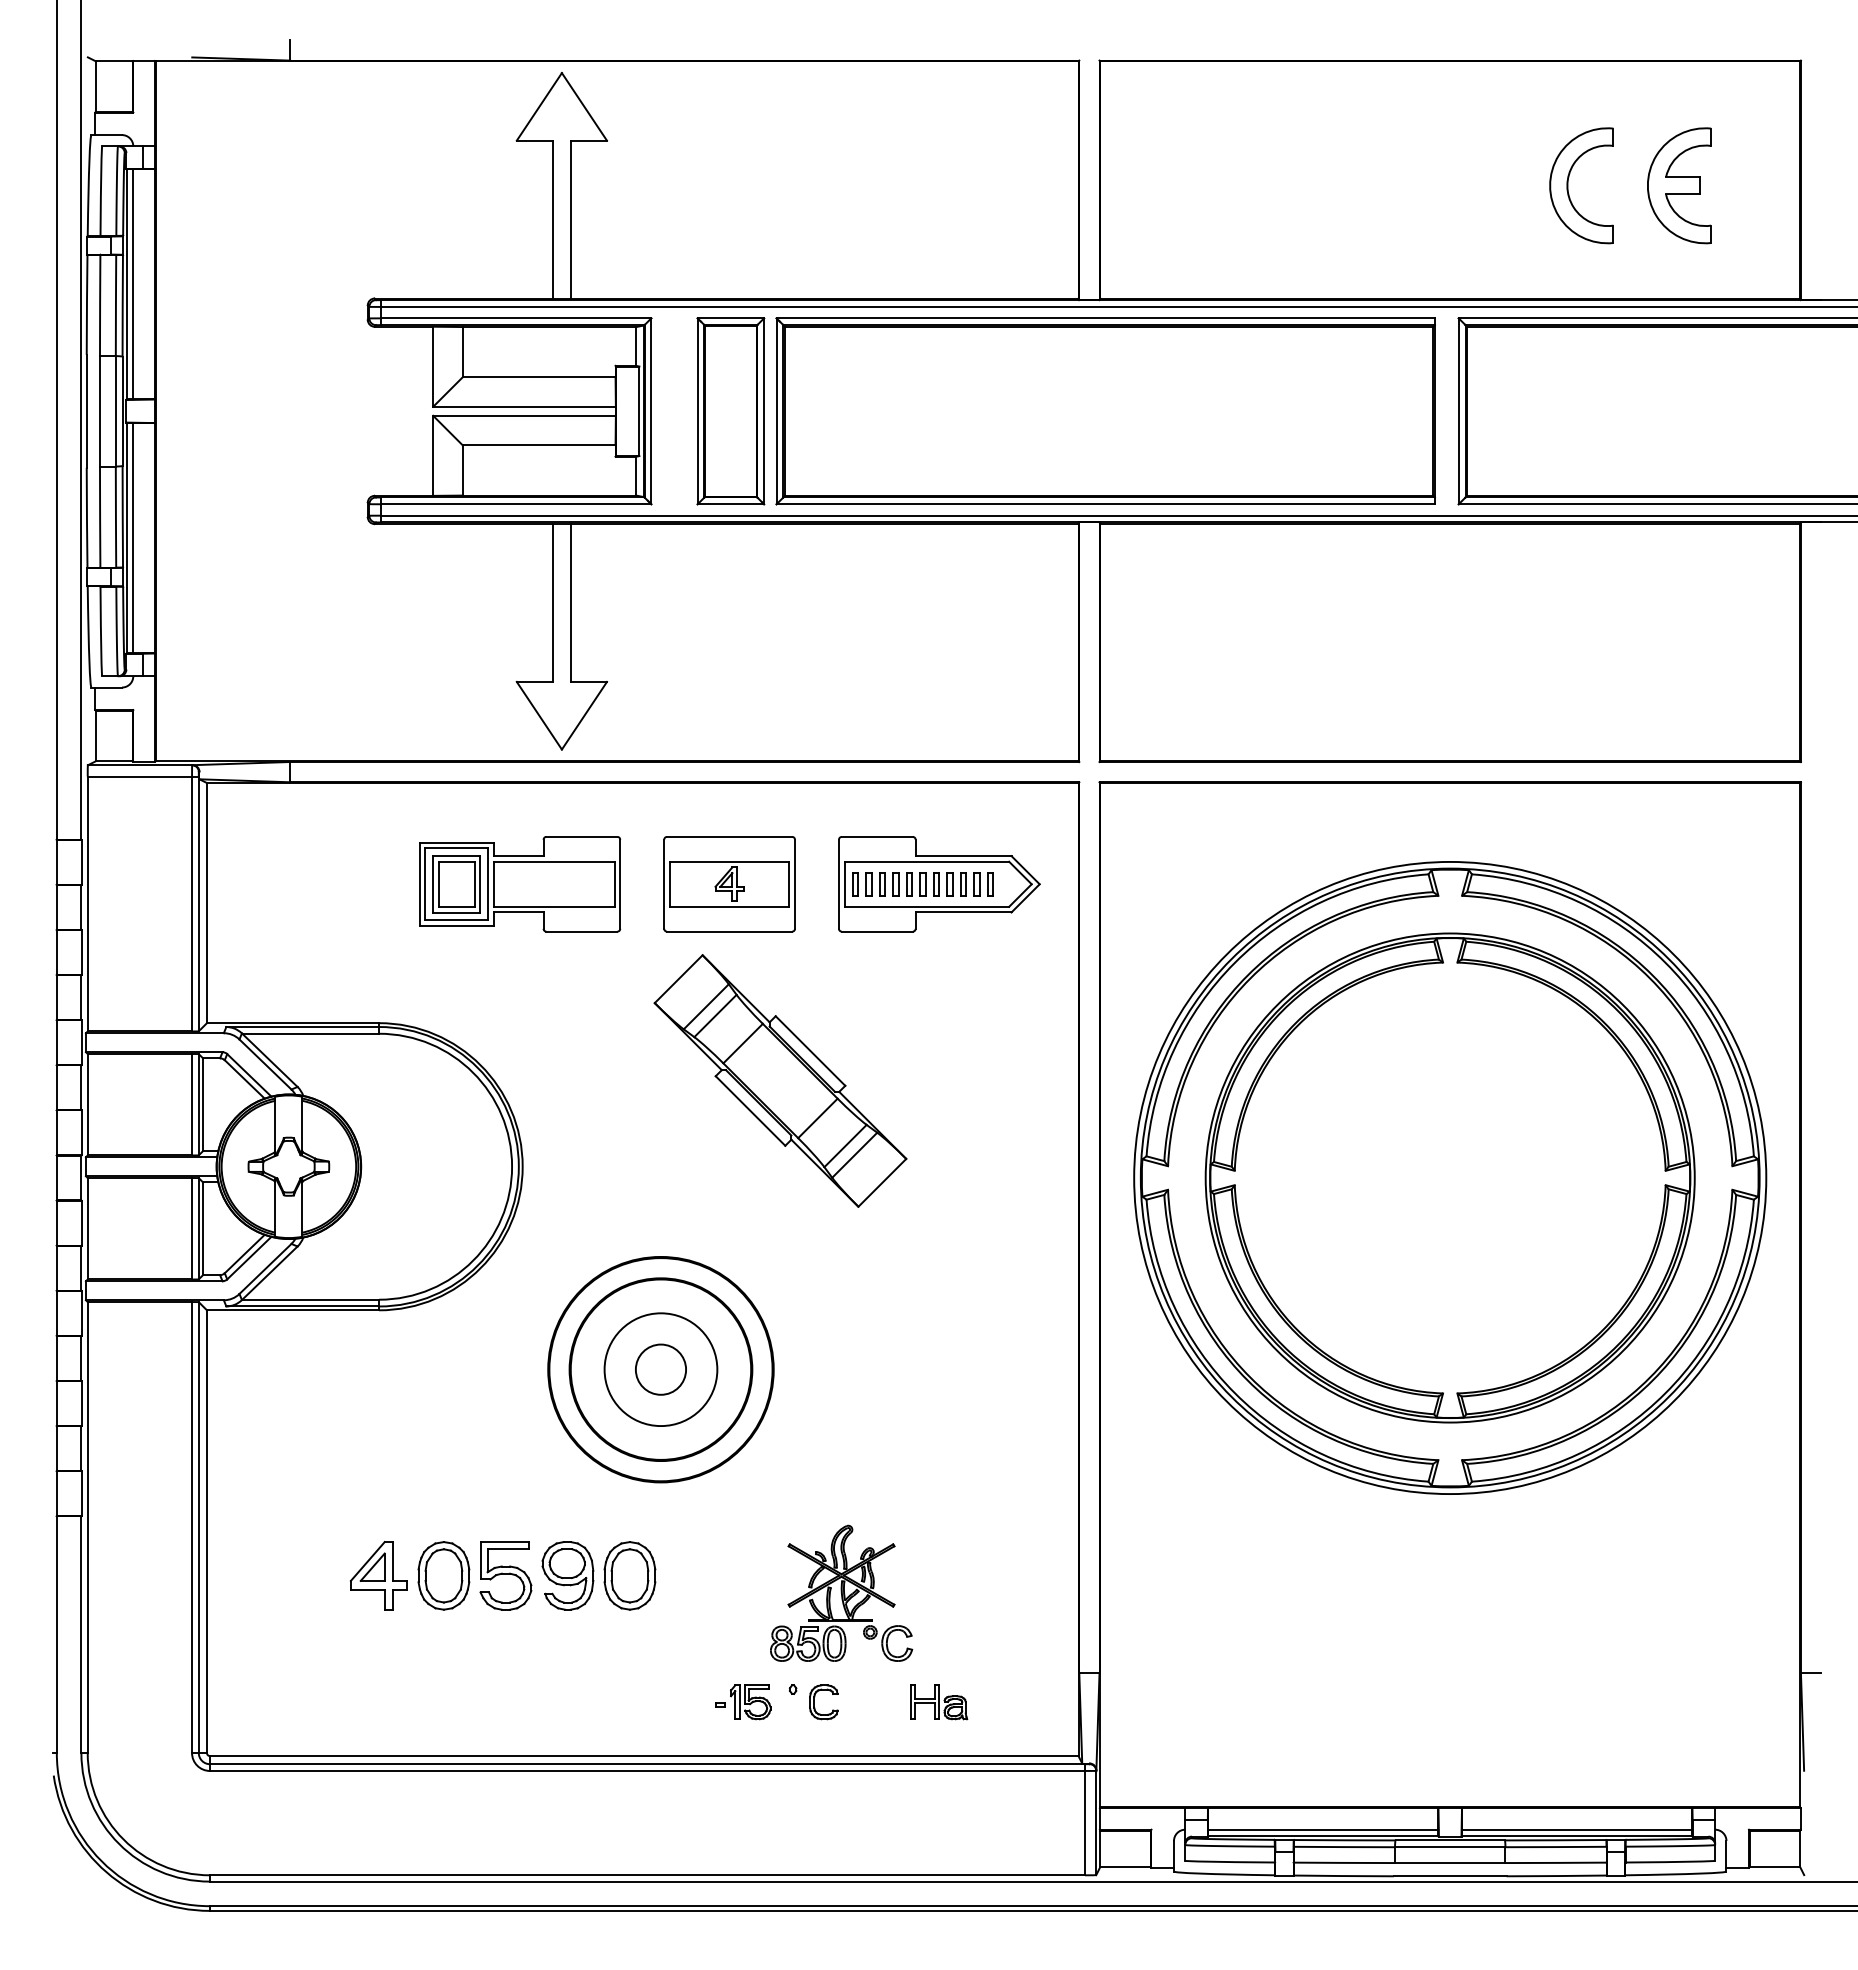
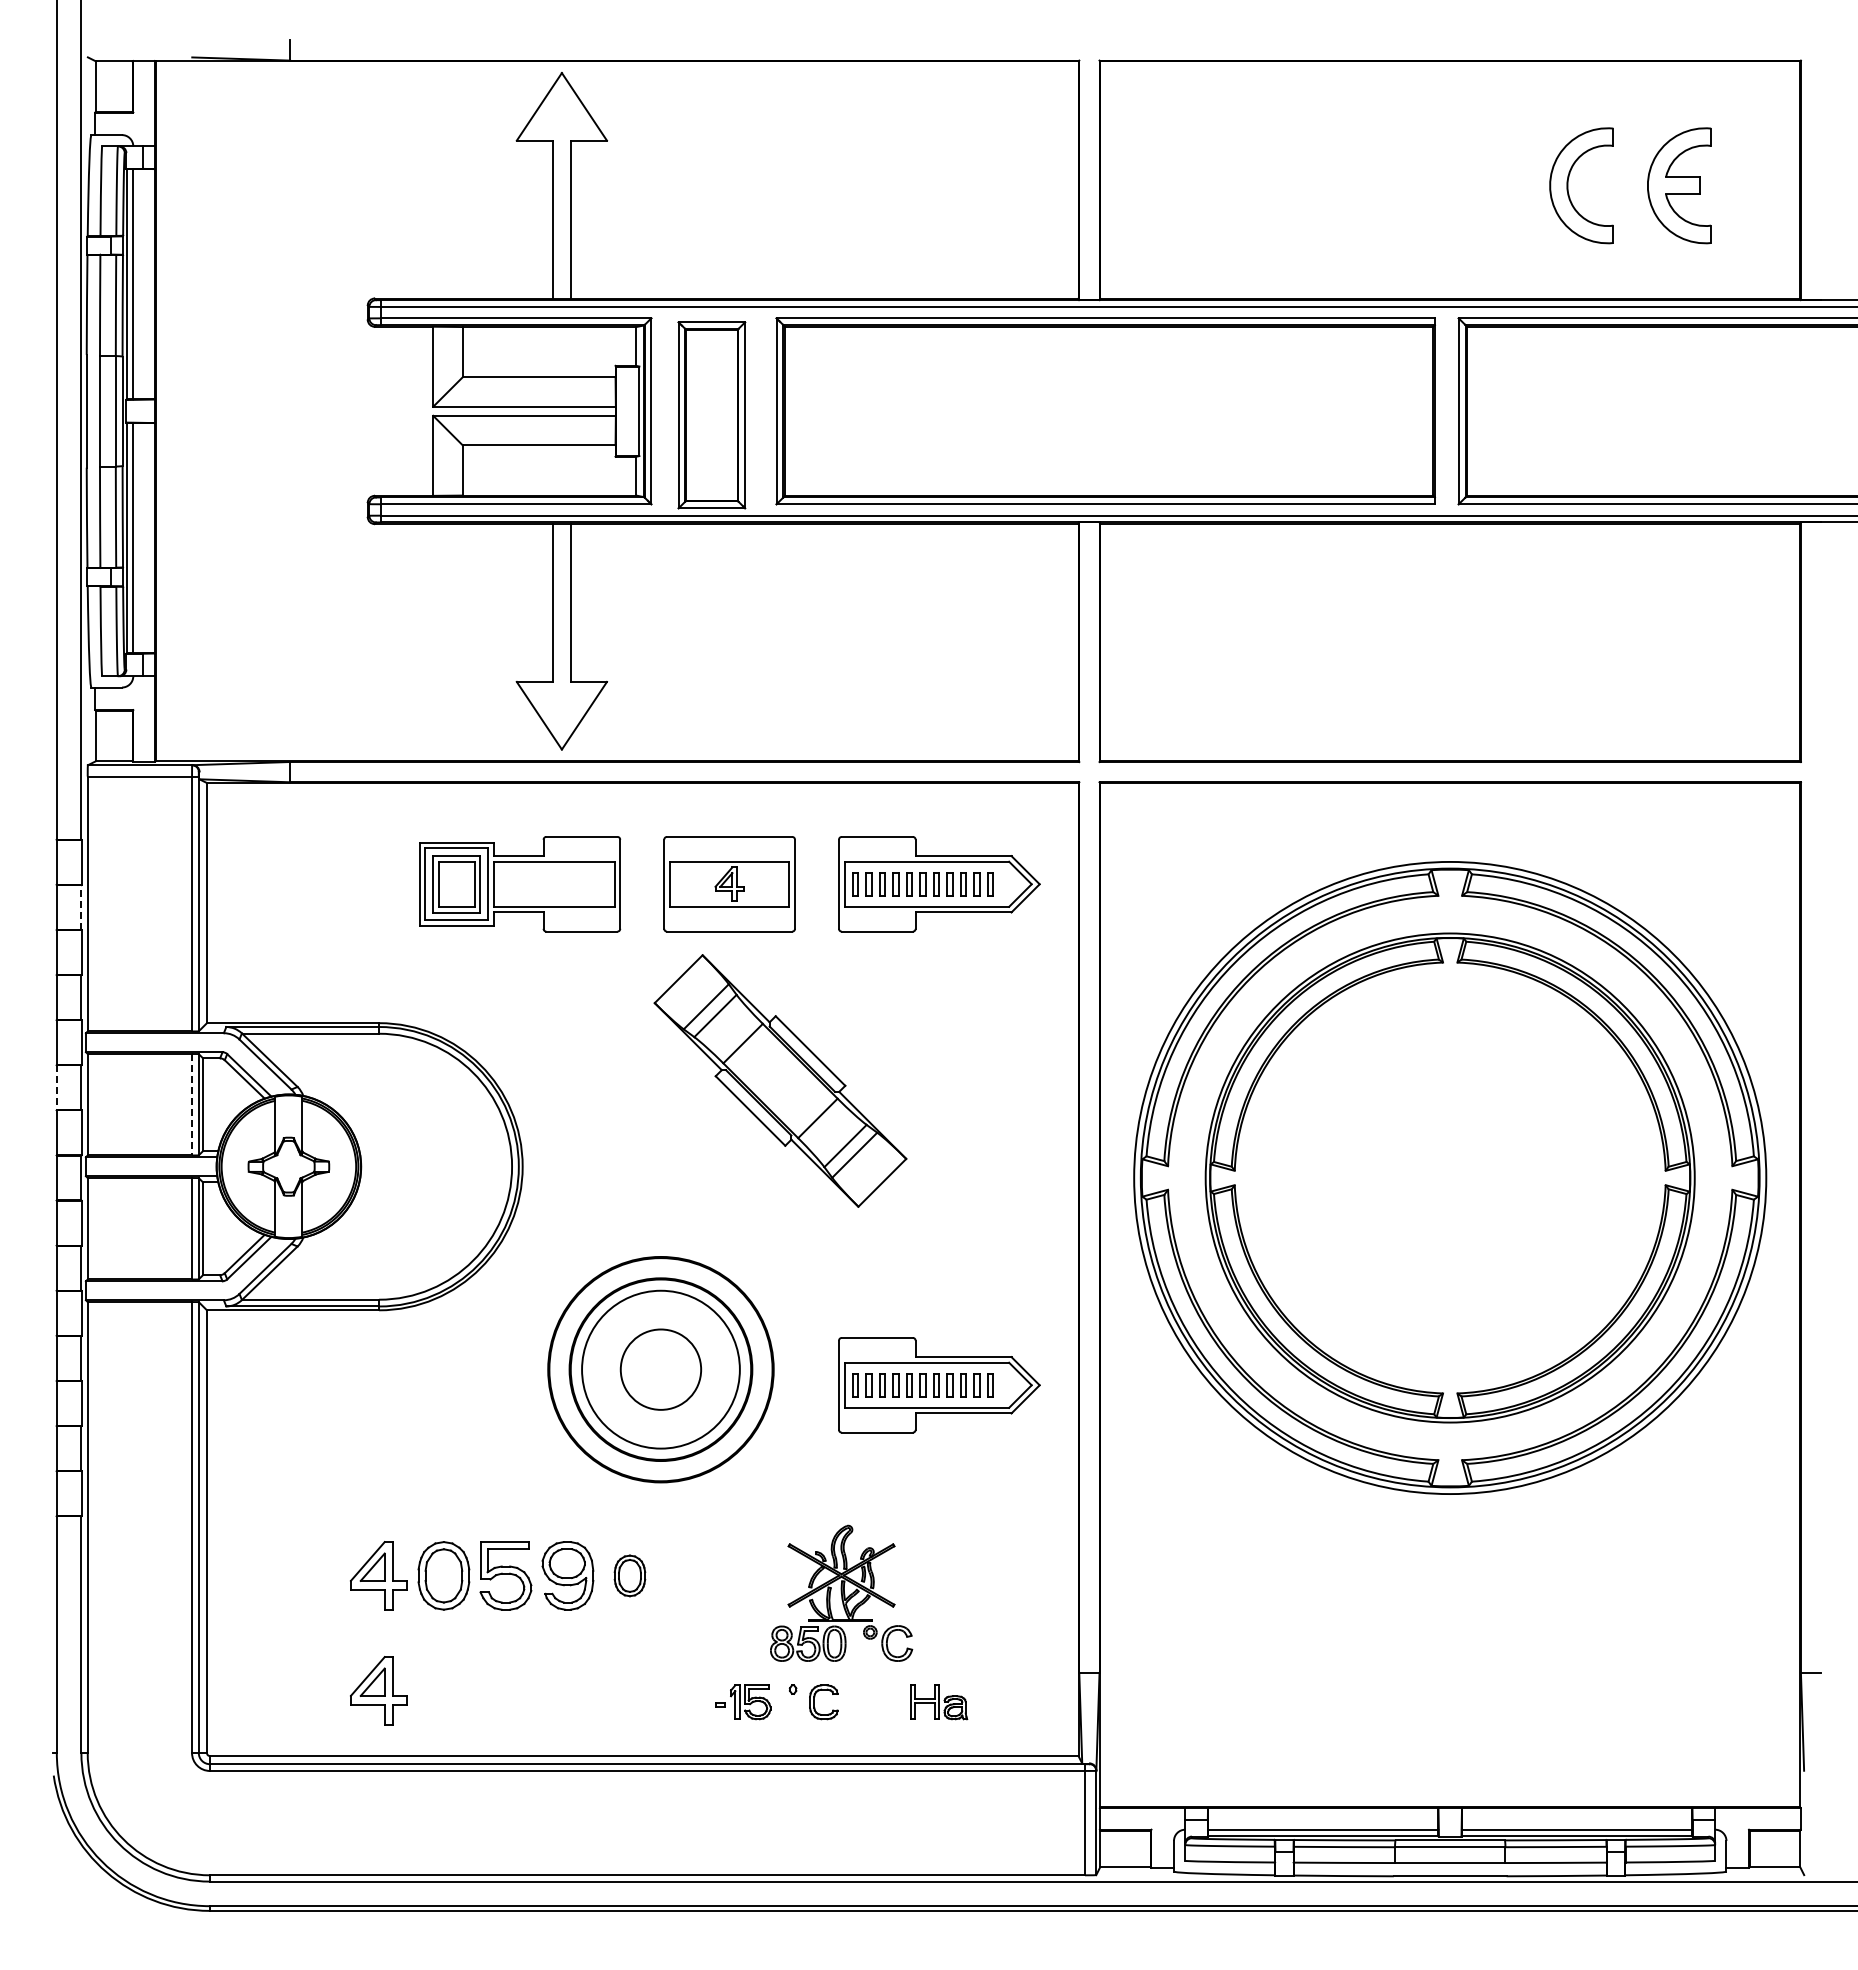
part at (730, 411) position: (730, 411) -> (711, 415)
line at (81, 906): solid -> dashed
line at (56, 1088): solid -> dashed
line at (192, 1104): solid -> dashed
circle at (660, 1369) diameter: 113 px -> 158 px
circle at (660, 1369) diameter: 50 px -> 80 px
part at (939, 1385): none -> present
part at (629, 1575) size: 54x70 px -> 34x44 px
part at (378, 1690): none -> present
